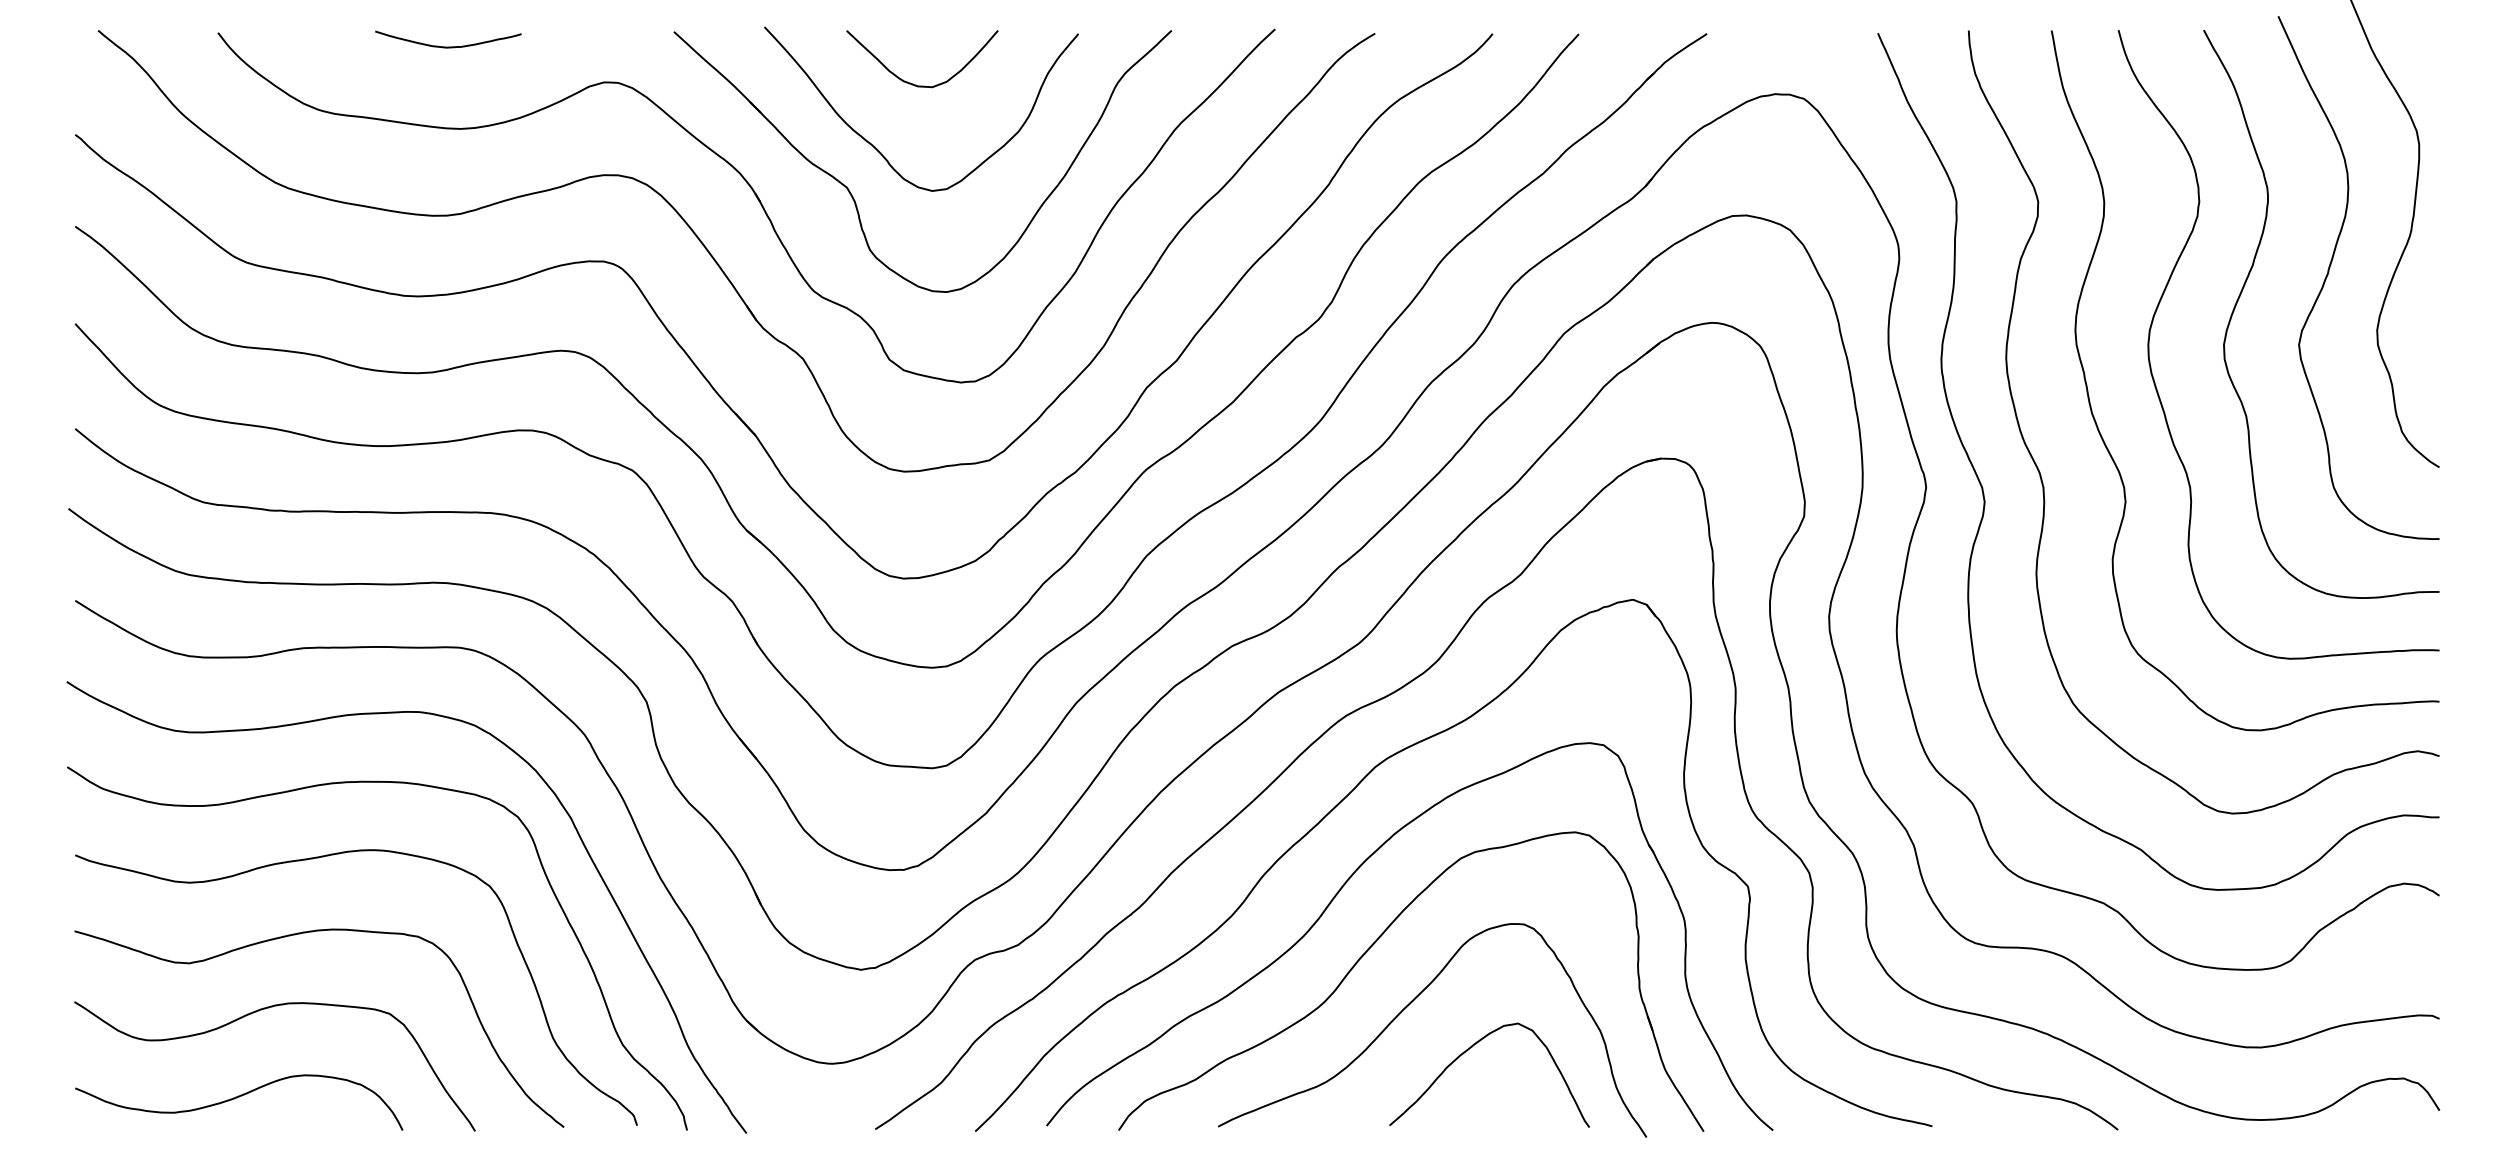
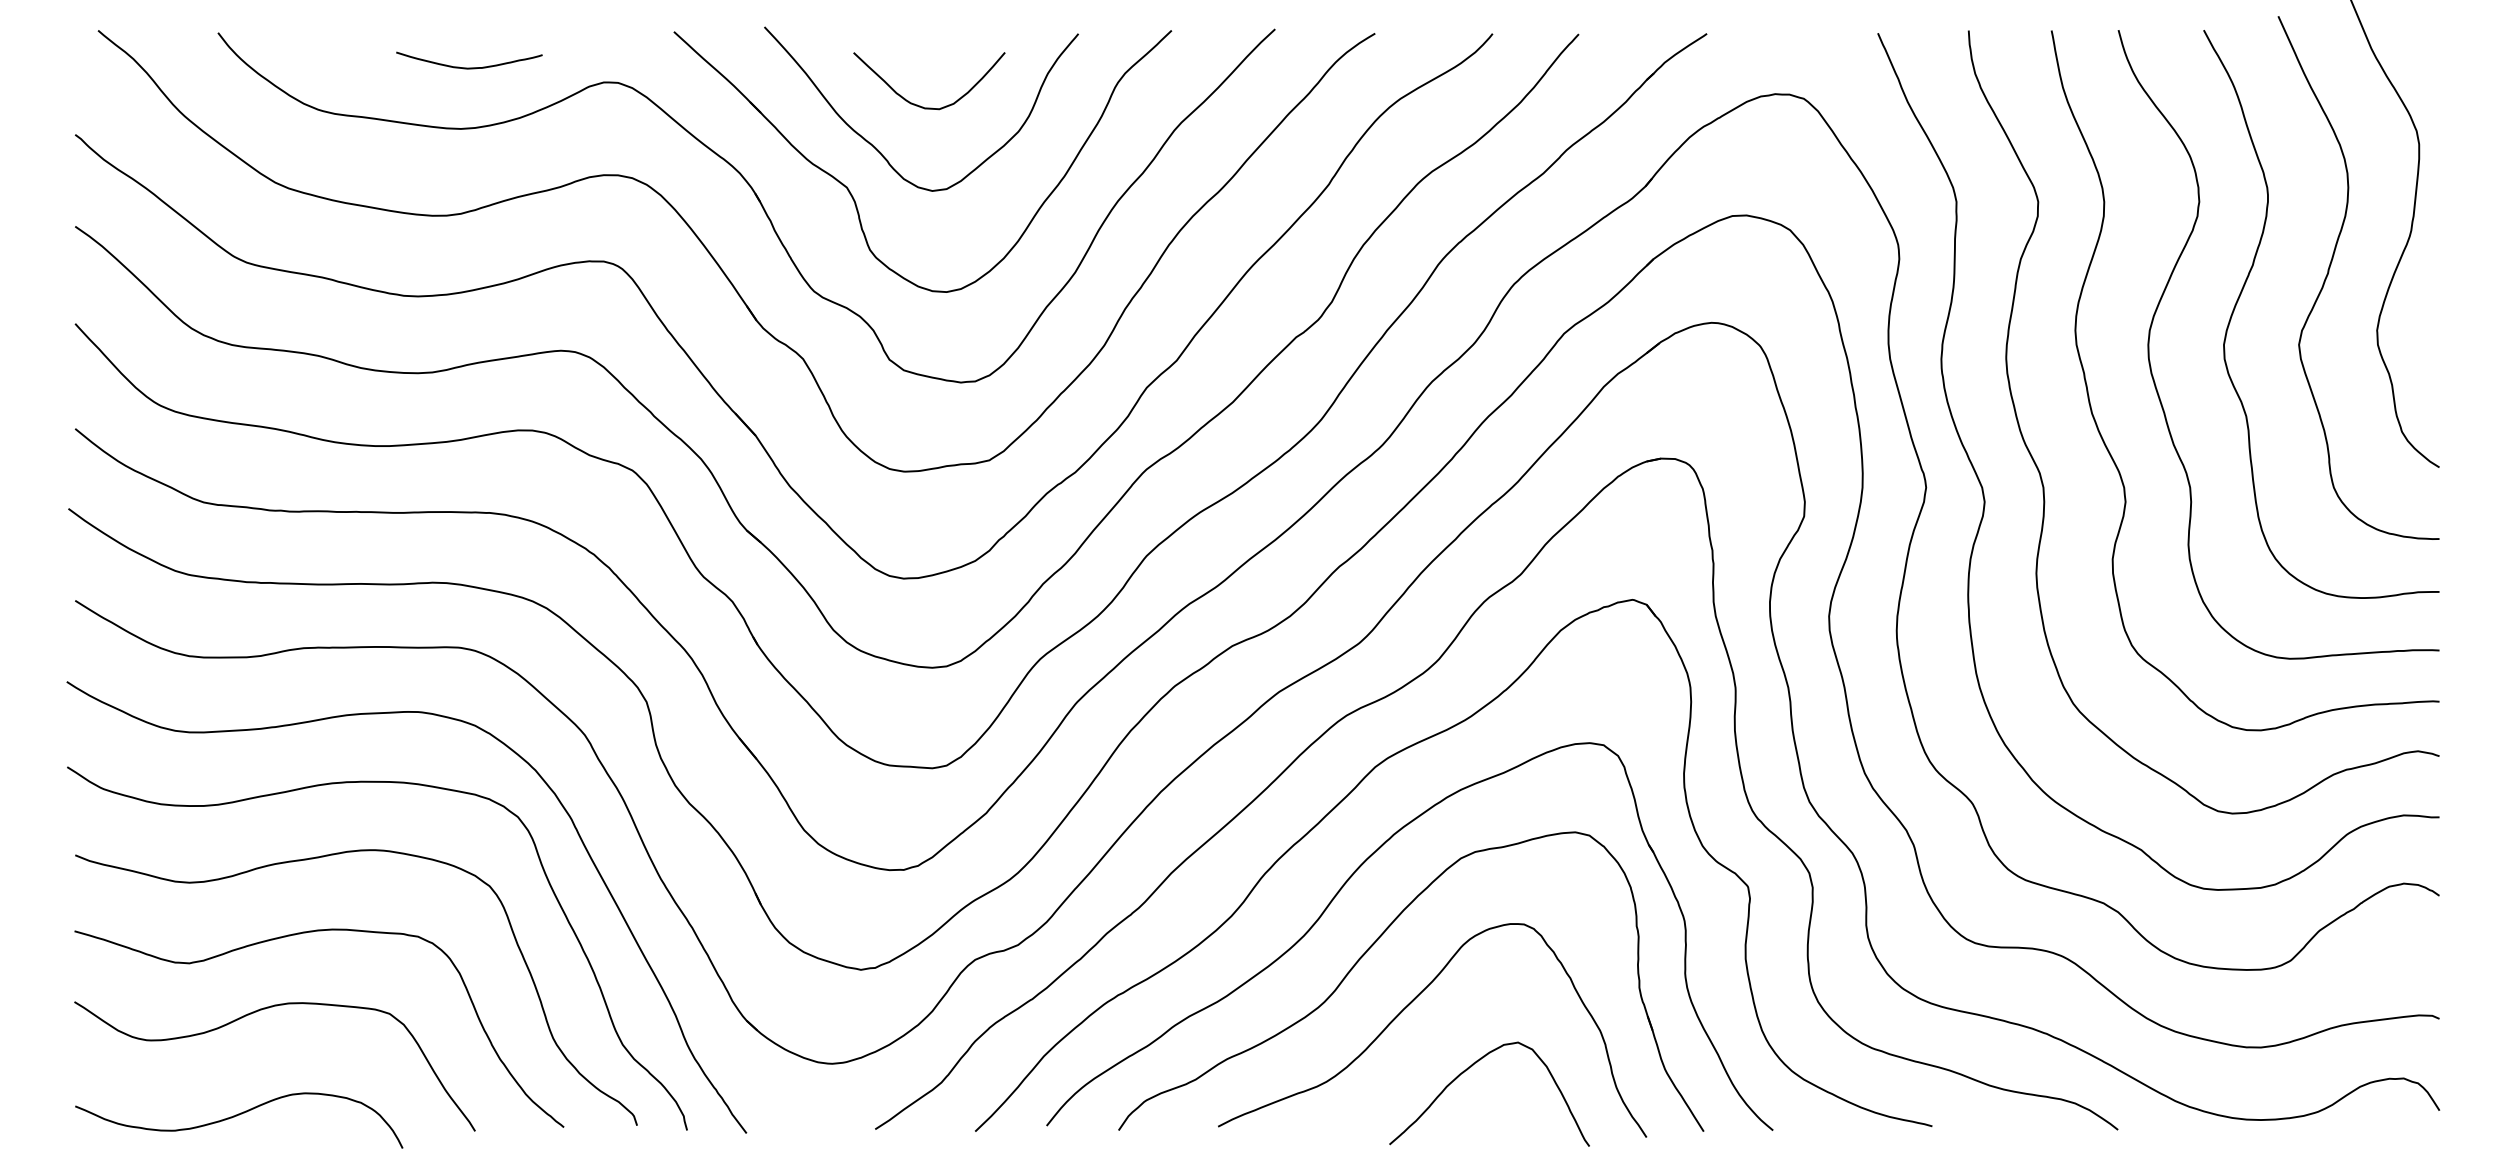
curve at (448, 46) position: (448, 46) -> (469, 67)
curve at (913, 83) position: (913, 83) -> (920, 105)
curve at (1467, 1051) position: (1467, 1051) -> (1467, 1070)
curve at (237, 1098) position: (237, 1098) -> (237, 1116)
